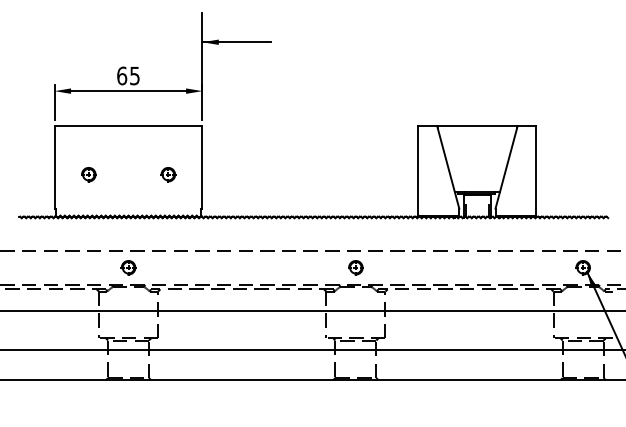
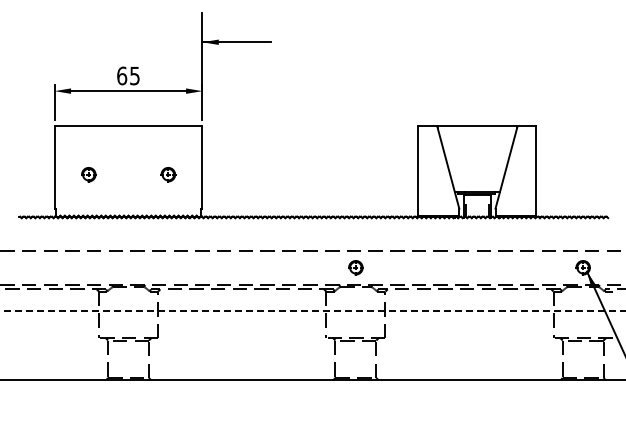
part at (128, 267): present -> none
line at (313, 310): solid -> dashed
line at (312, 349): present -> none
